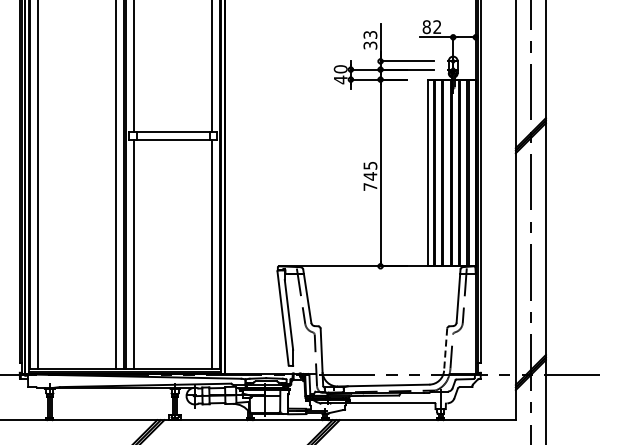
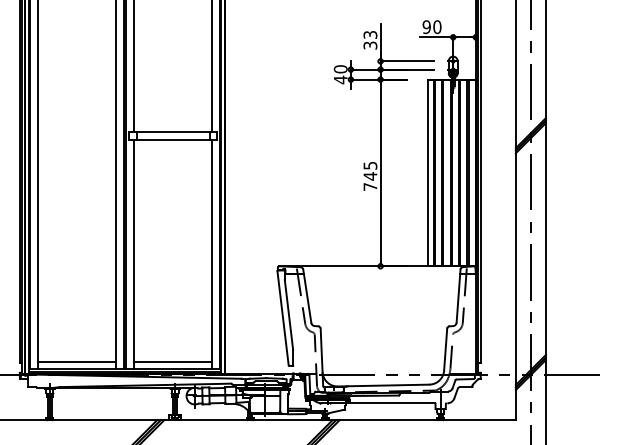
text at (431, 27): 82 -> 90
line at (445, 350): dashed -> solid
line at (76, 361): none -> present
line at (172, 361): none -> present
